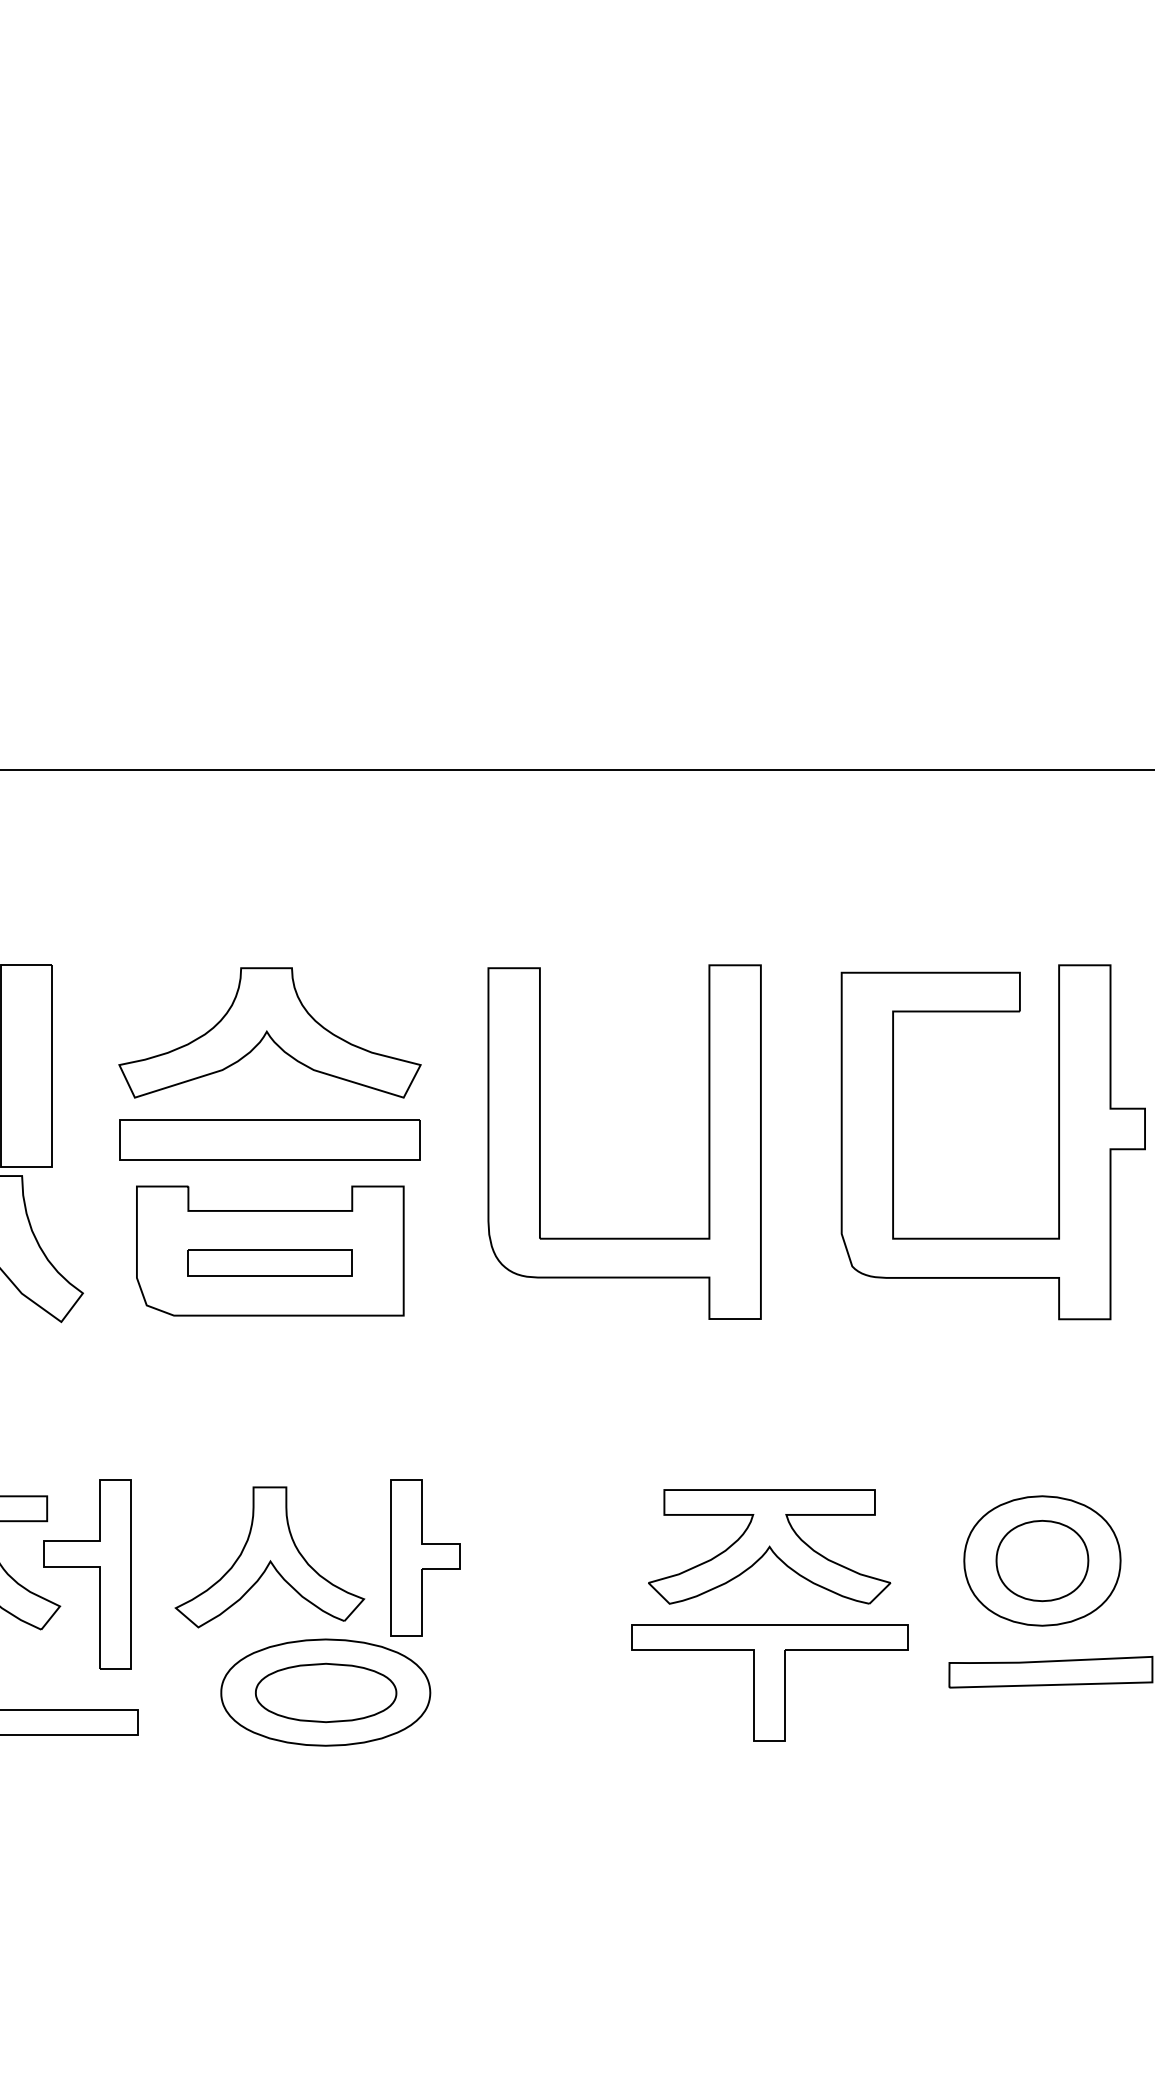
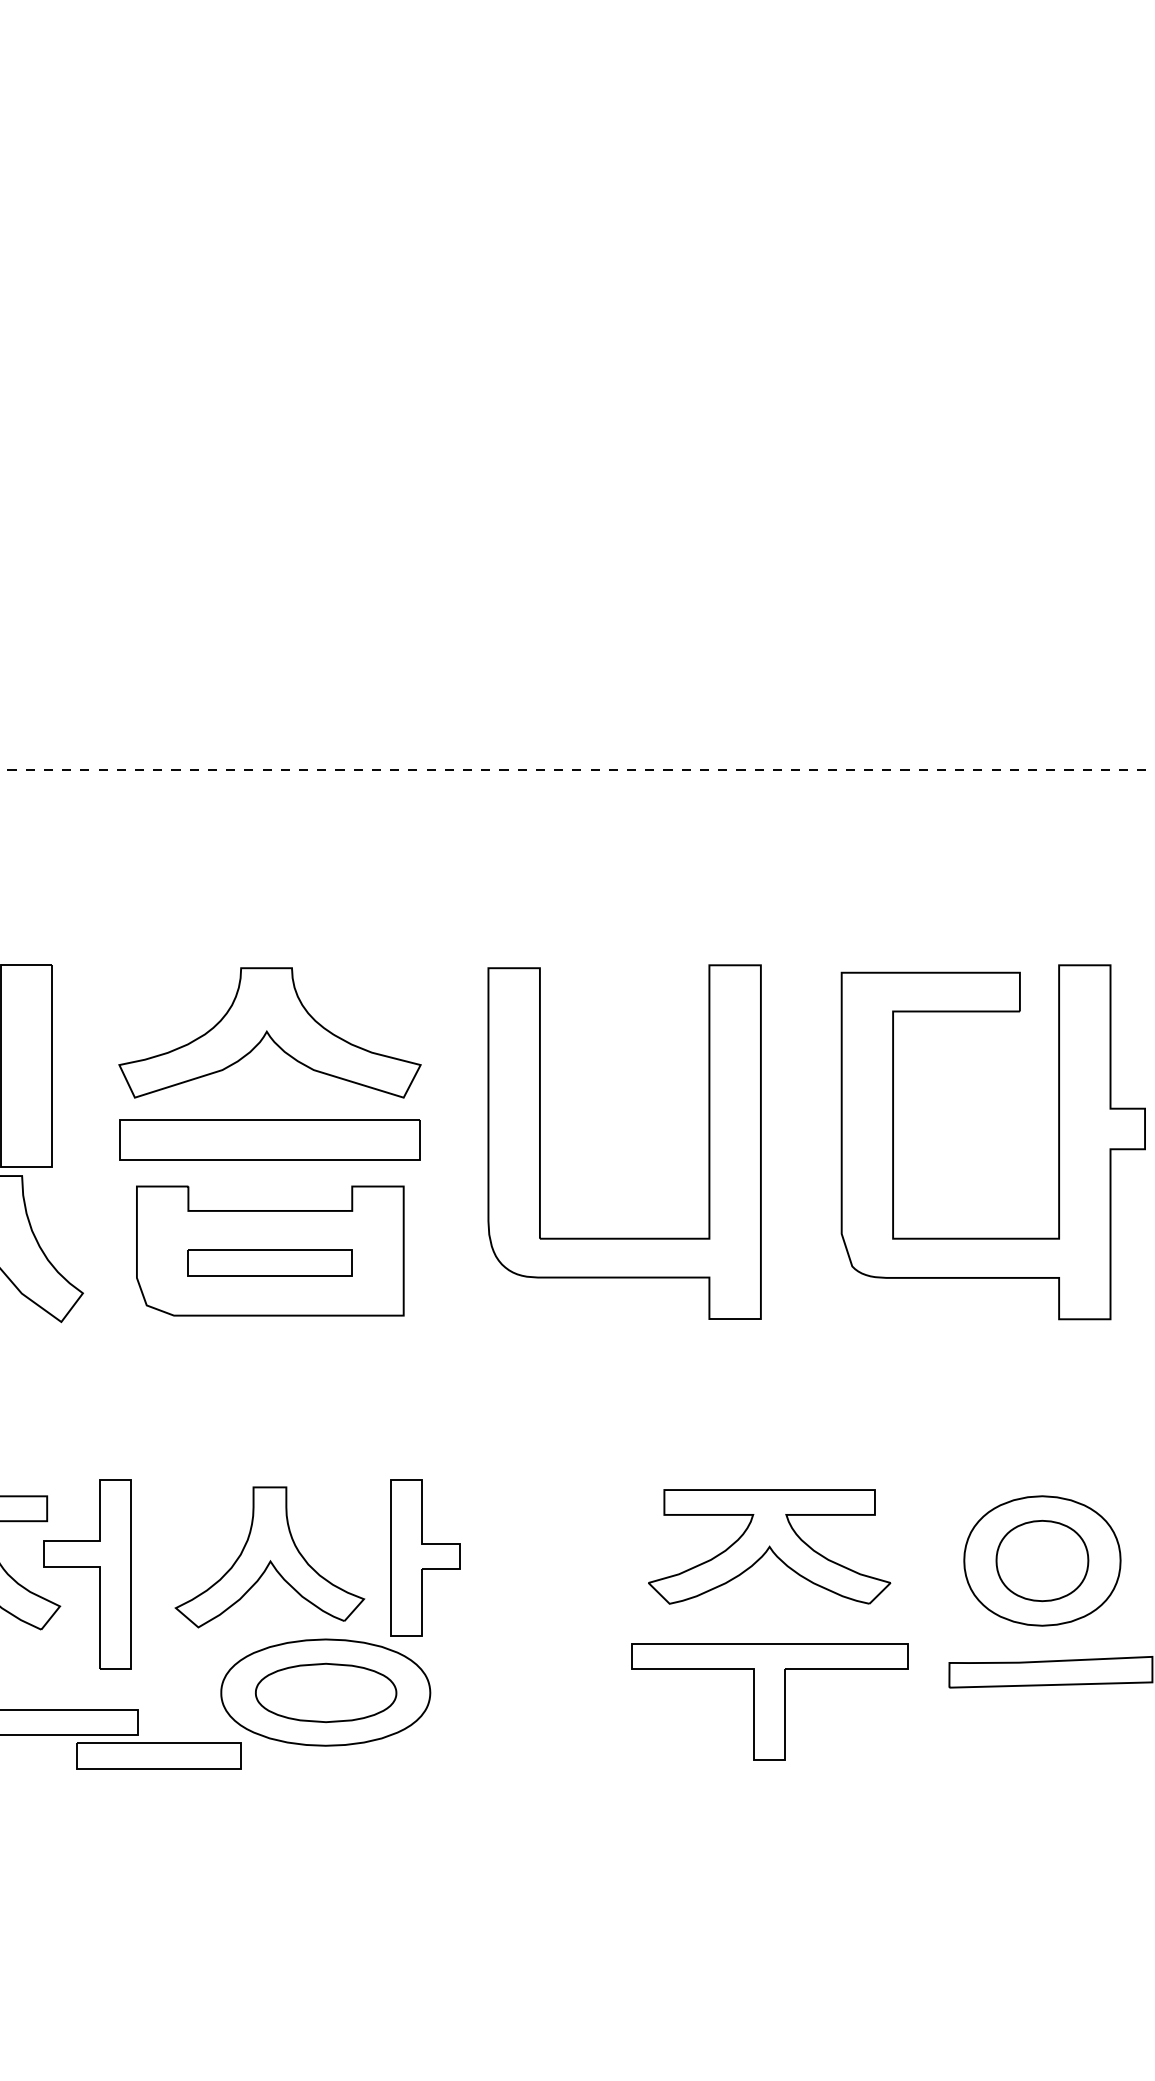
line at (578, 769): solid -> dashed
part at (769, 1682) position: (769, 1682) -> (769, 1701)
part at (158, 1755): none -> present
